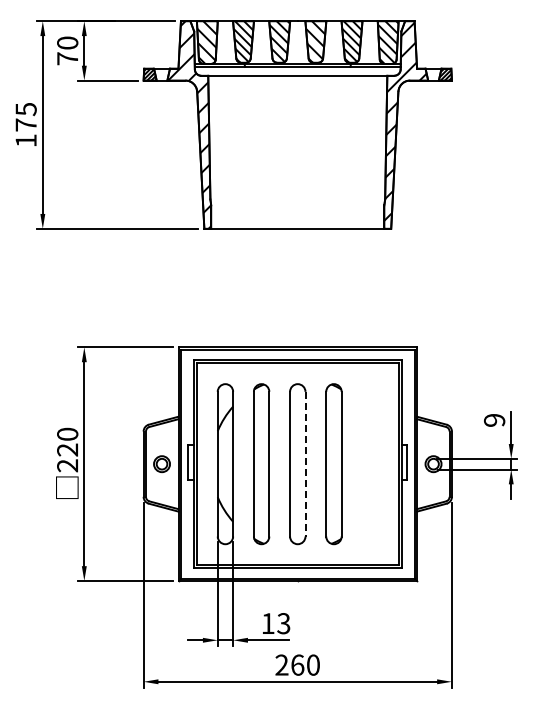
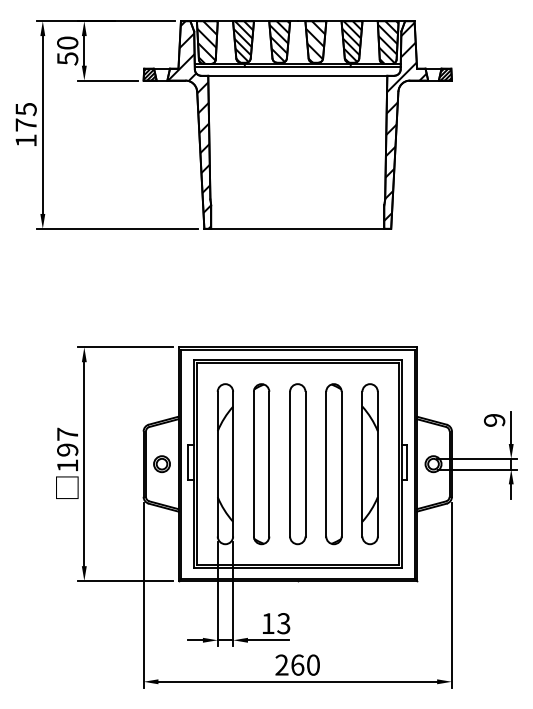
text at (67, 58): 70 -> 50
text at (67, 449): 220 -> 197
line at (305, 464): dashed -> solid
part at (369, 464): none -> present
